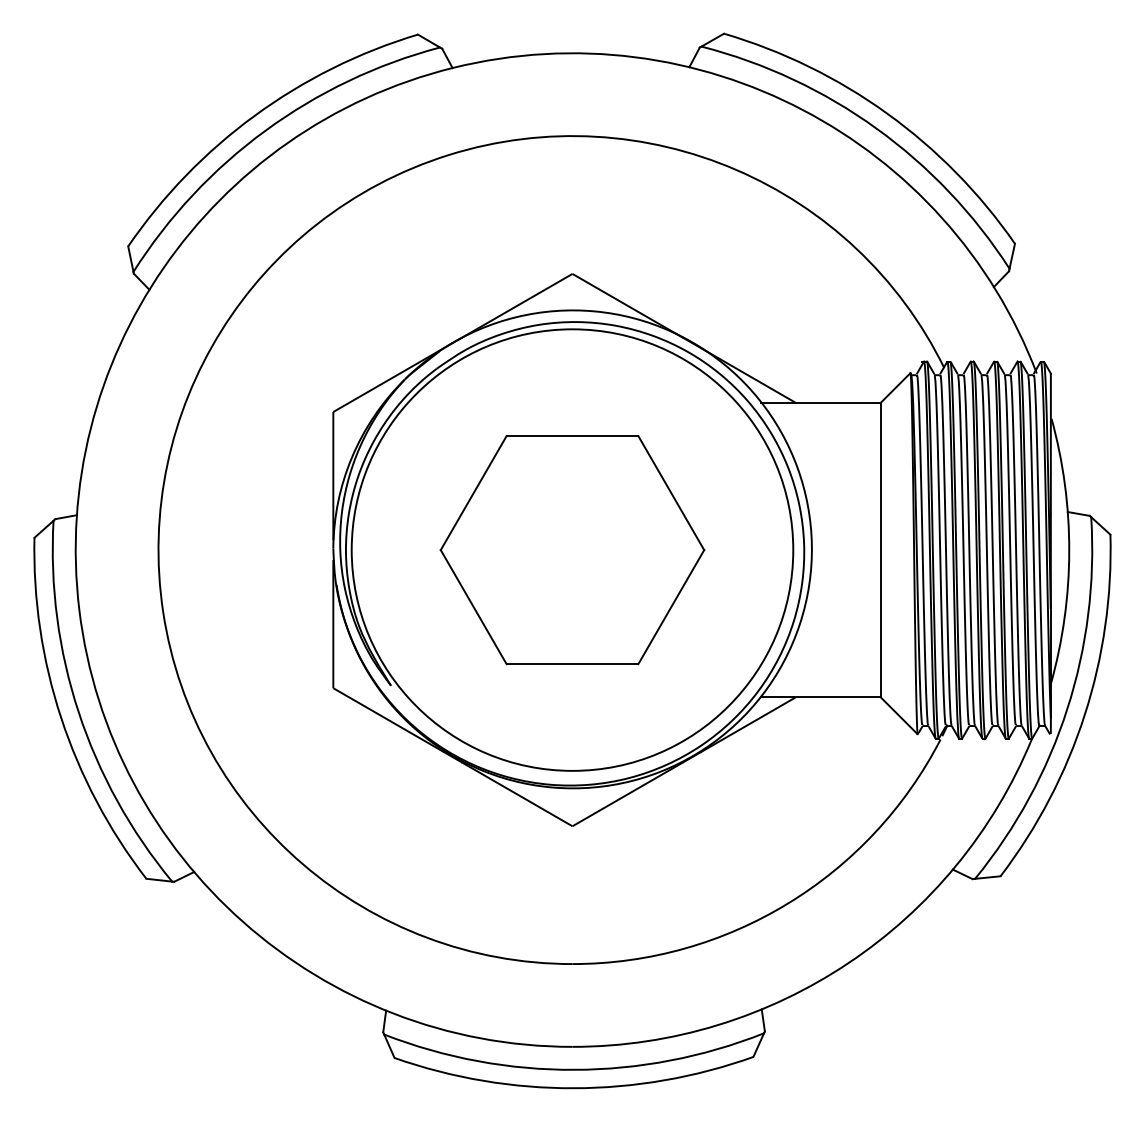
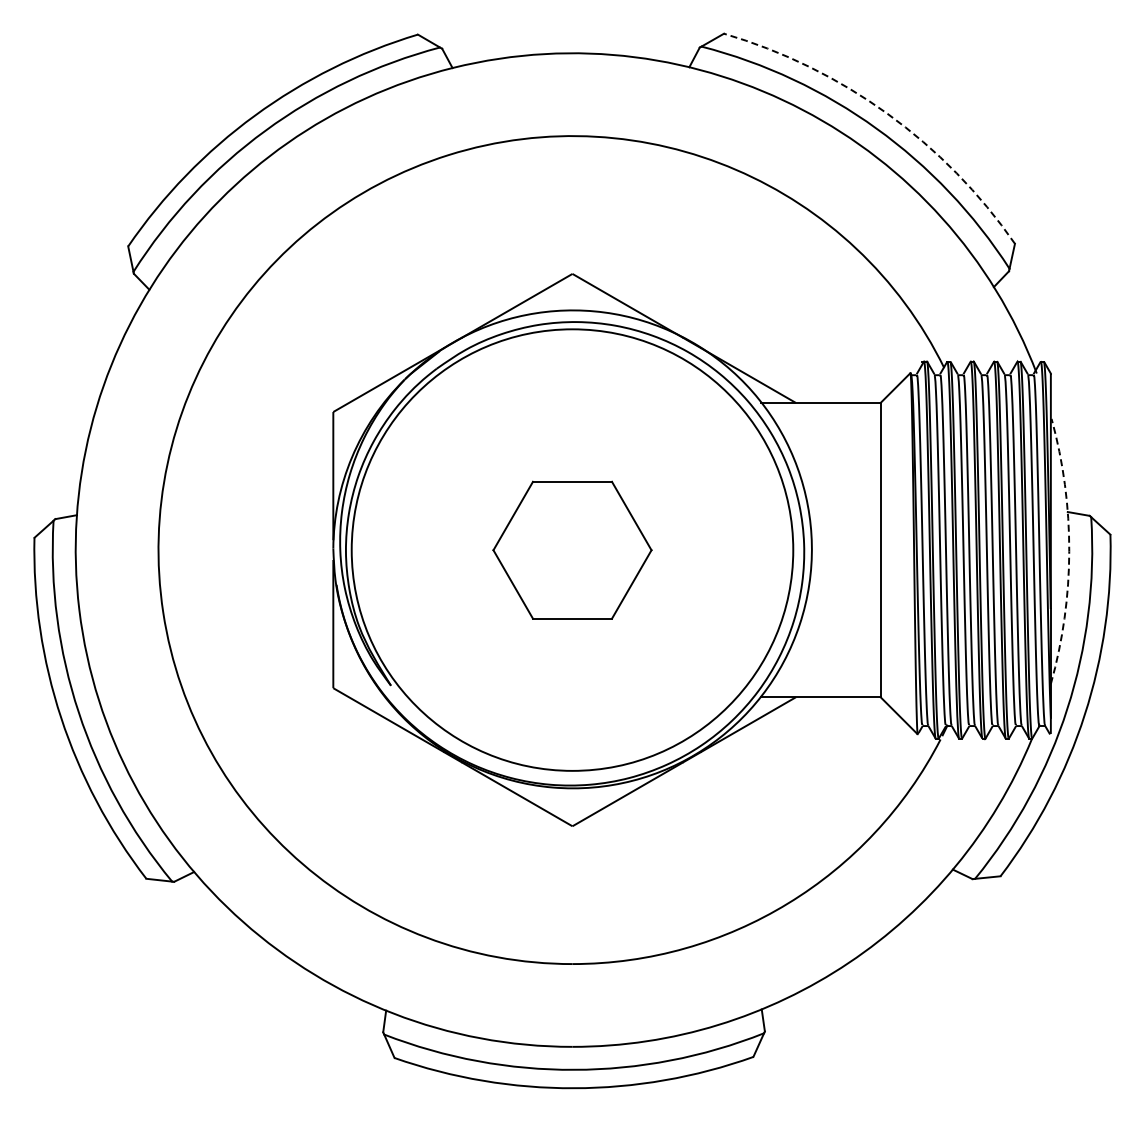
arc at (887, 113): solid -> dashed
part at (572, 550) size: 267x231 px -> 161x140 px
arc at (1069, 551): solid -> dashed
